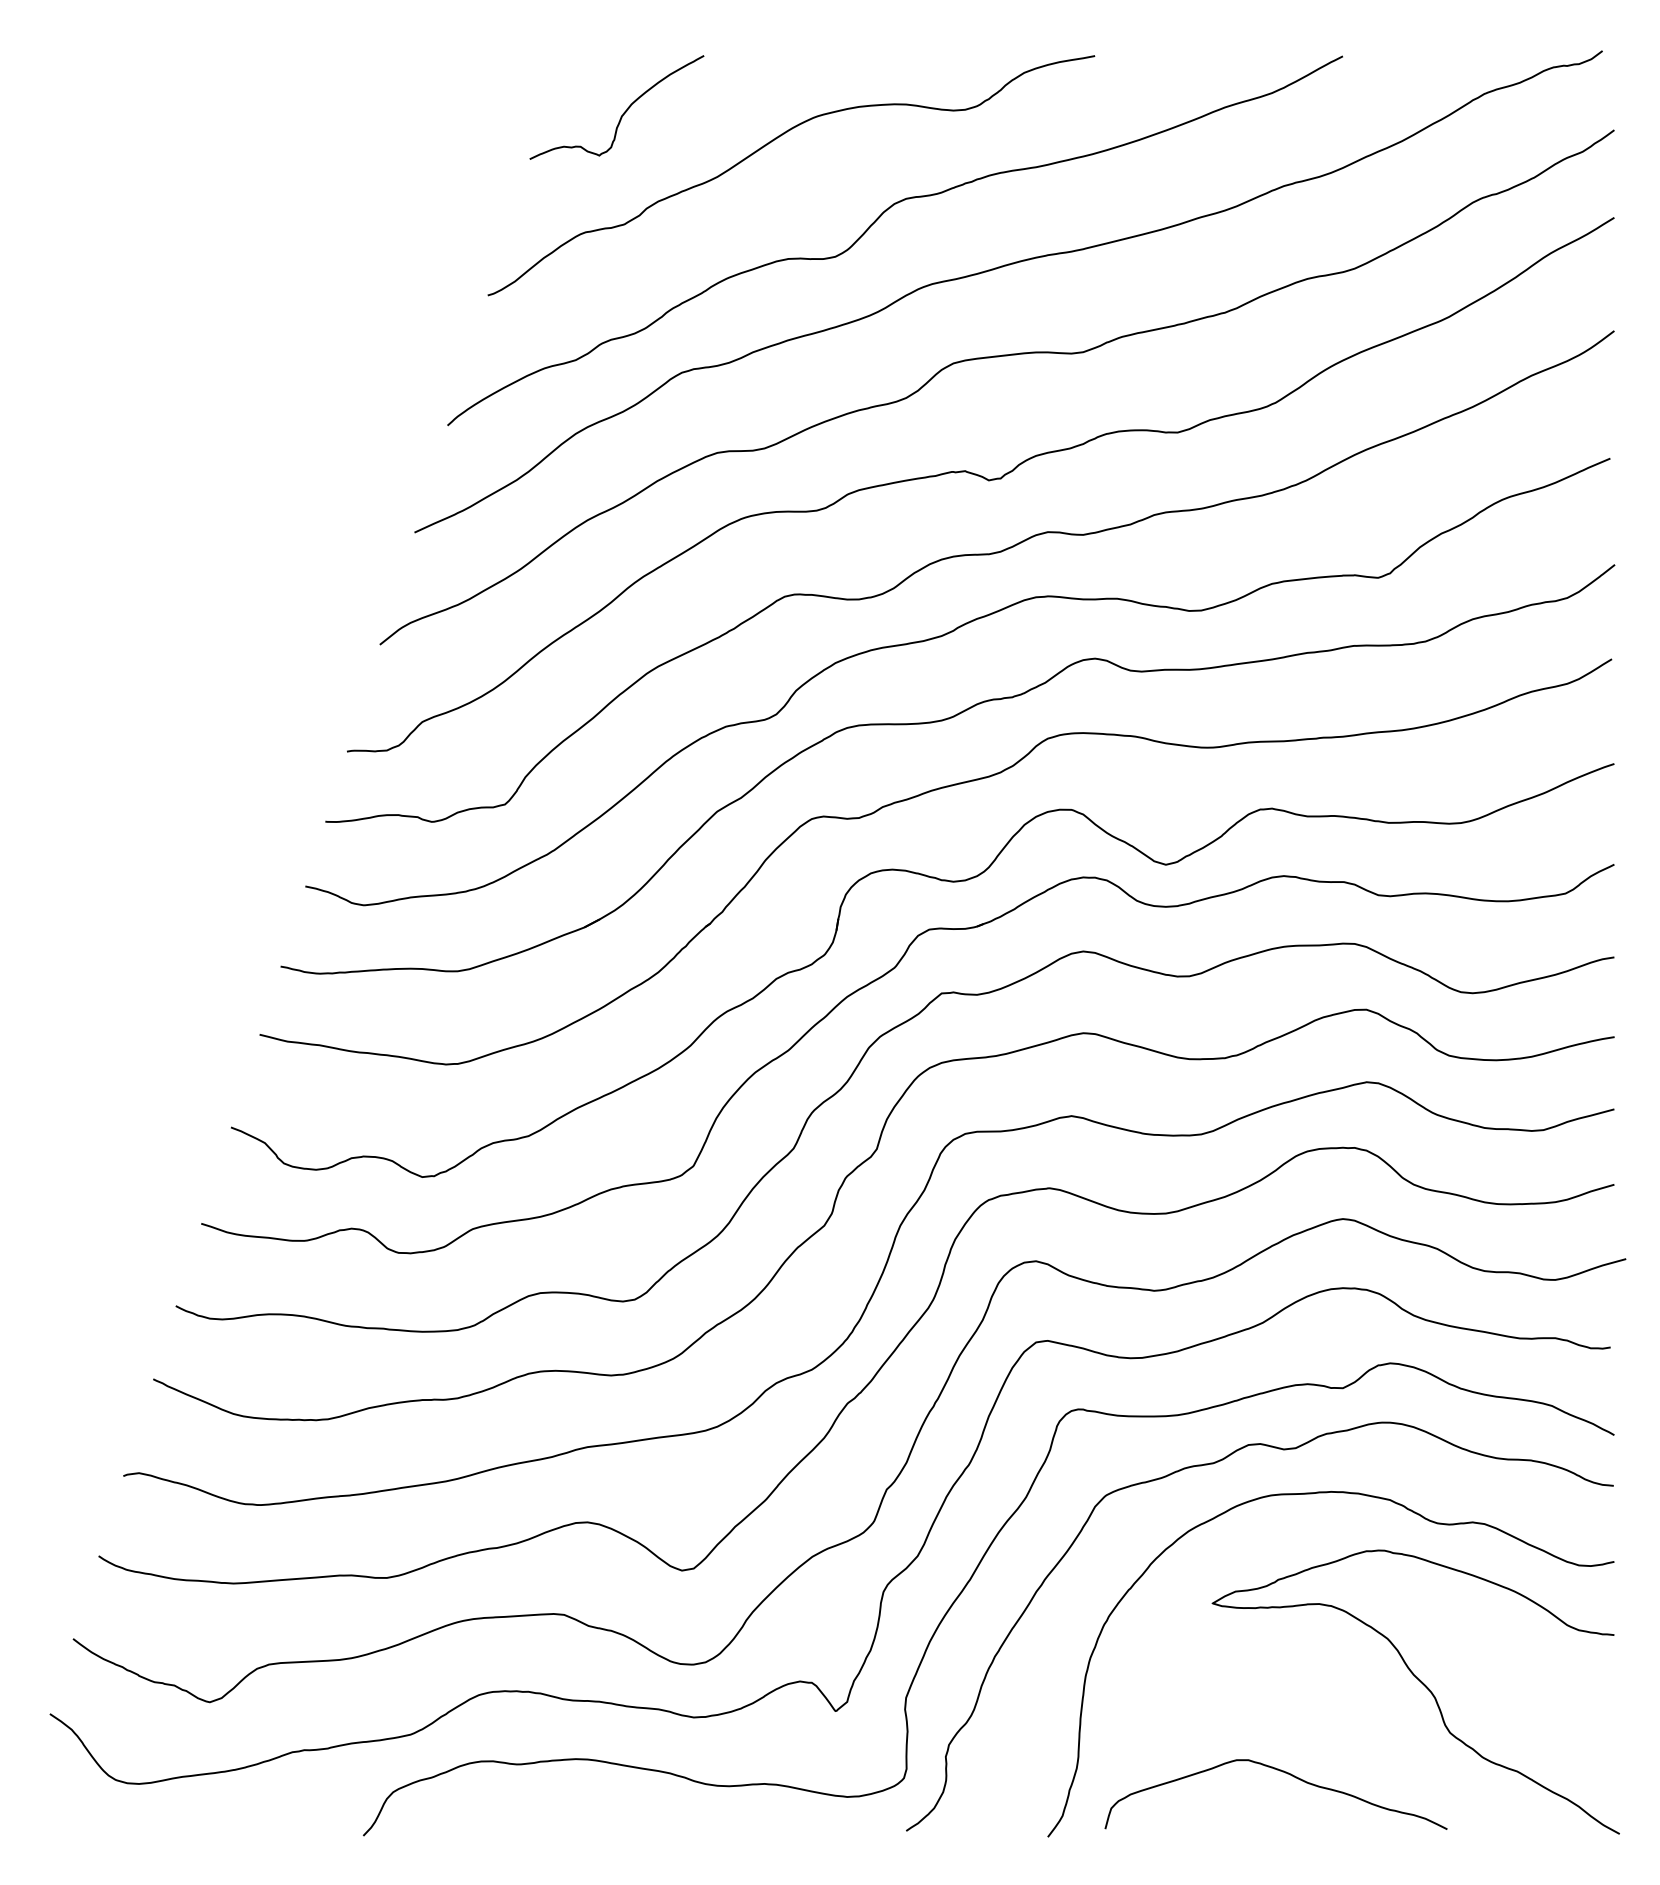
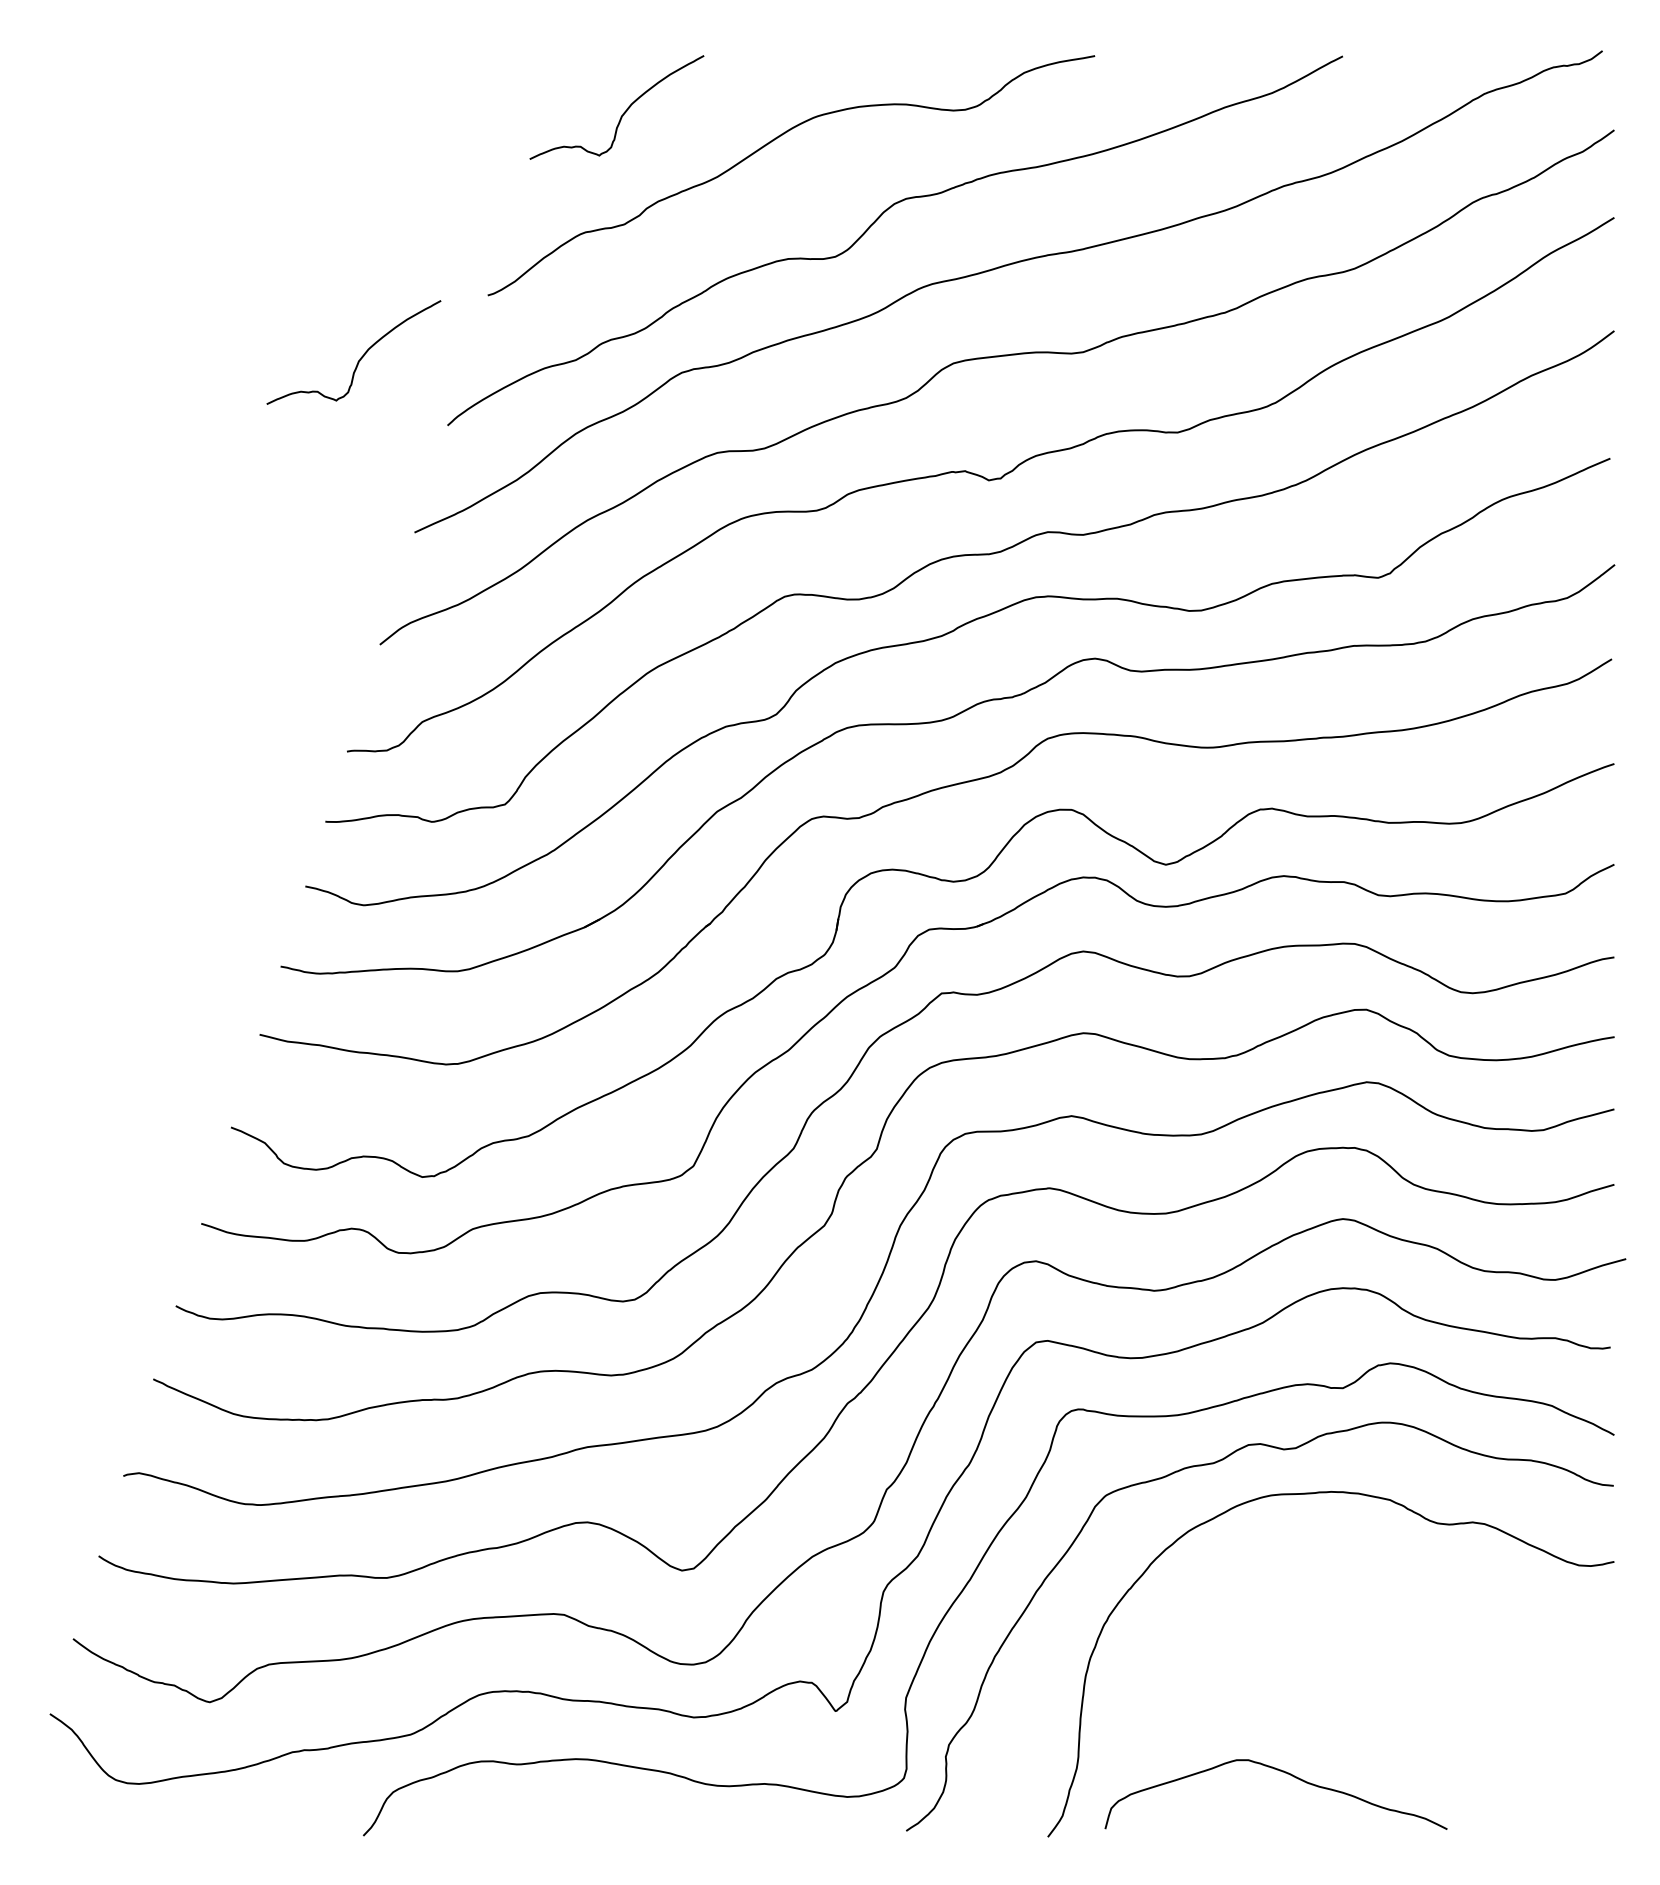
curve at (360, 357): none -> present
curve at (1422, 1684): present -> none
